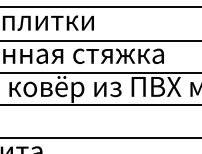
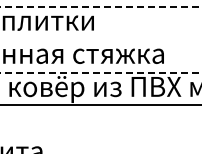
line at (101, 7): solid -> dashed
line at (100, 40): present -> none
line at (101, 72): solid -> dashed
line at (100, 138): present -> none
